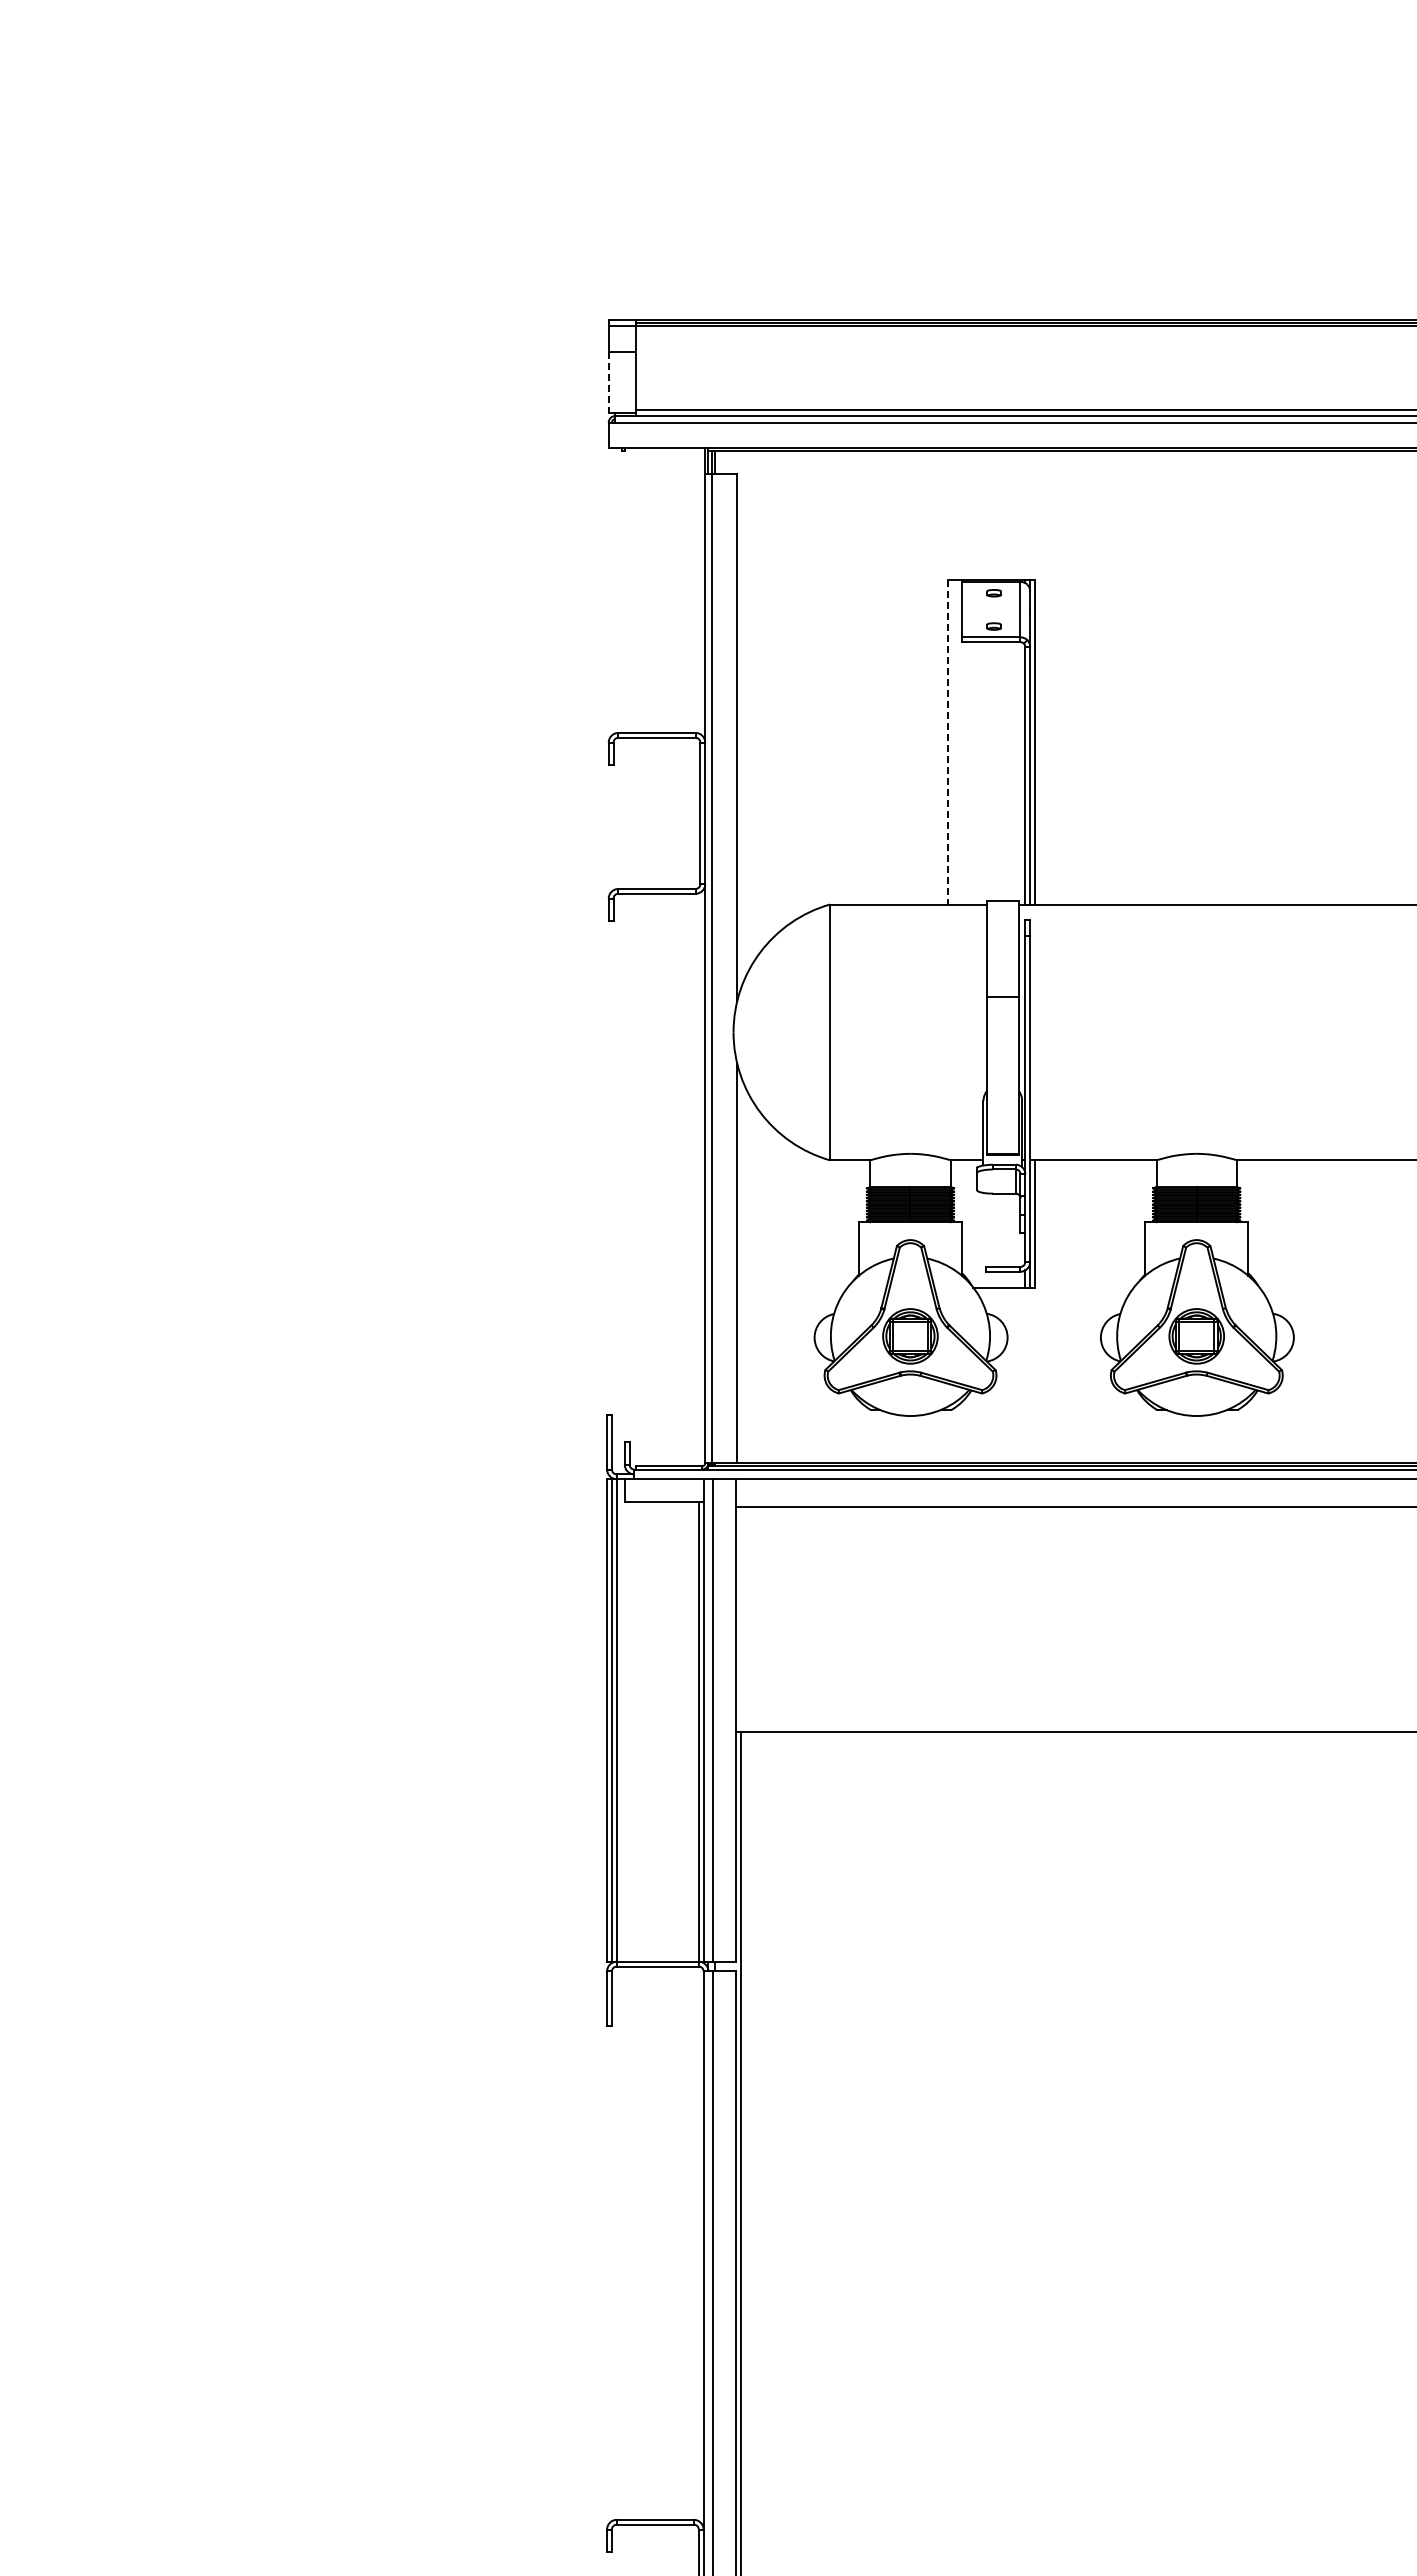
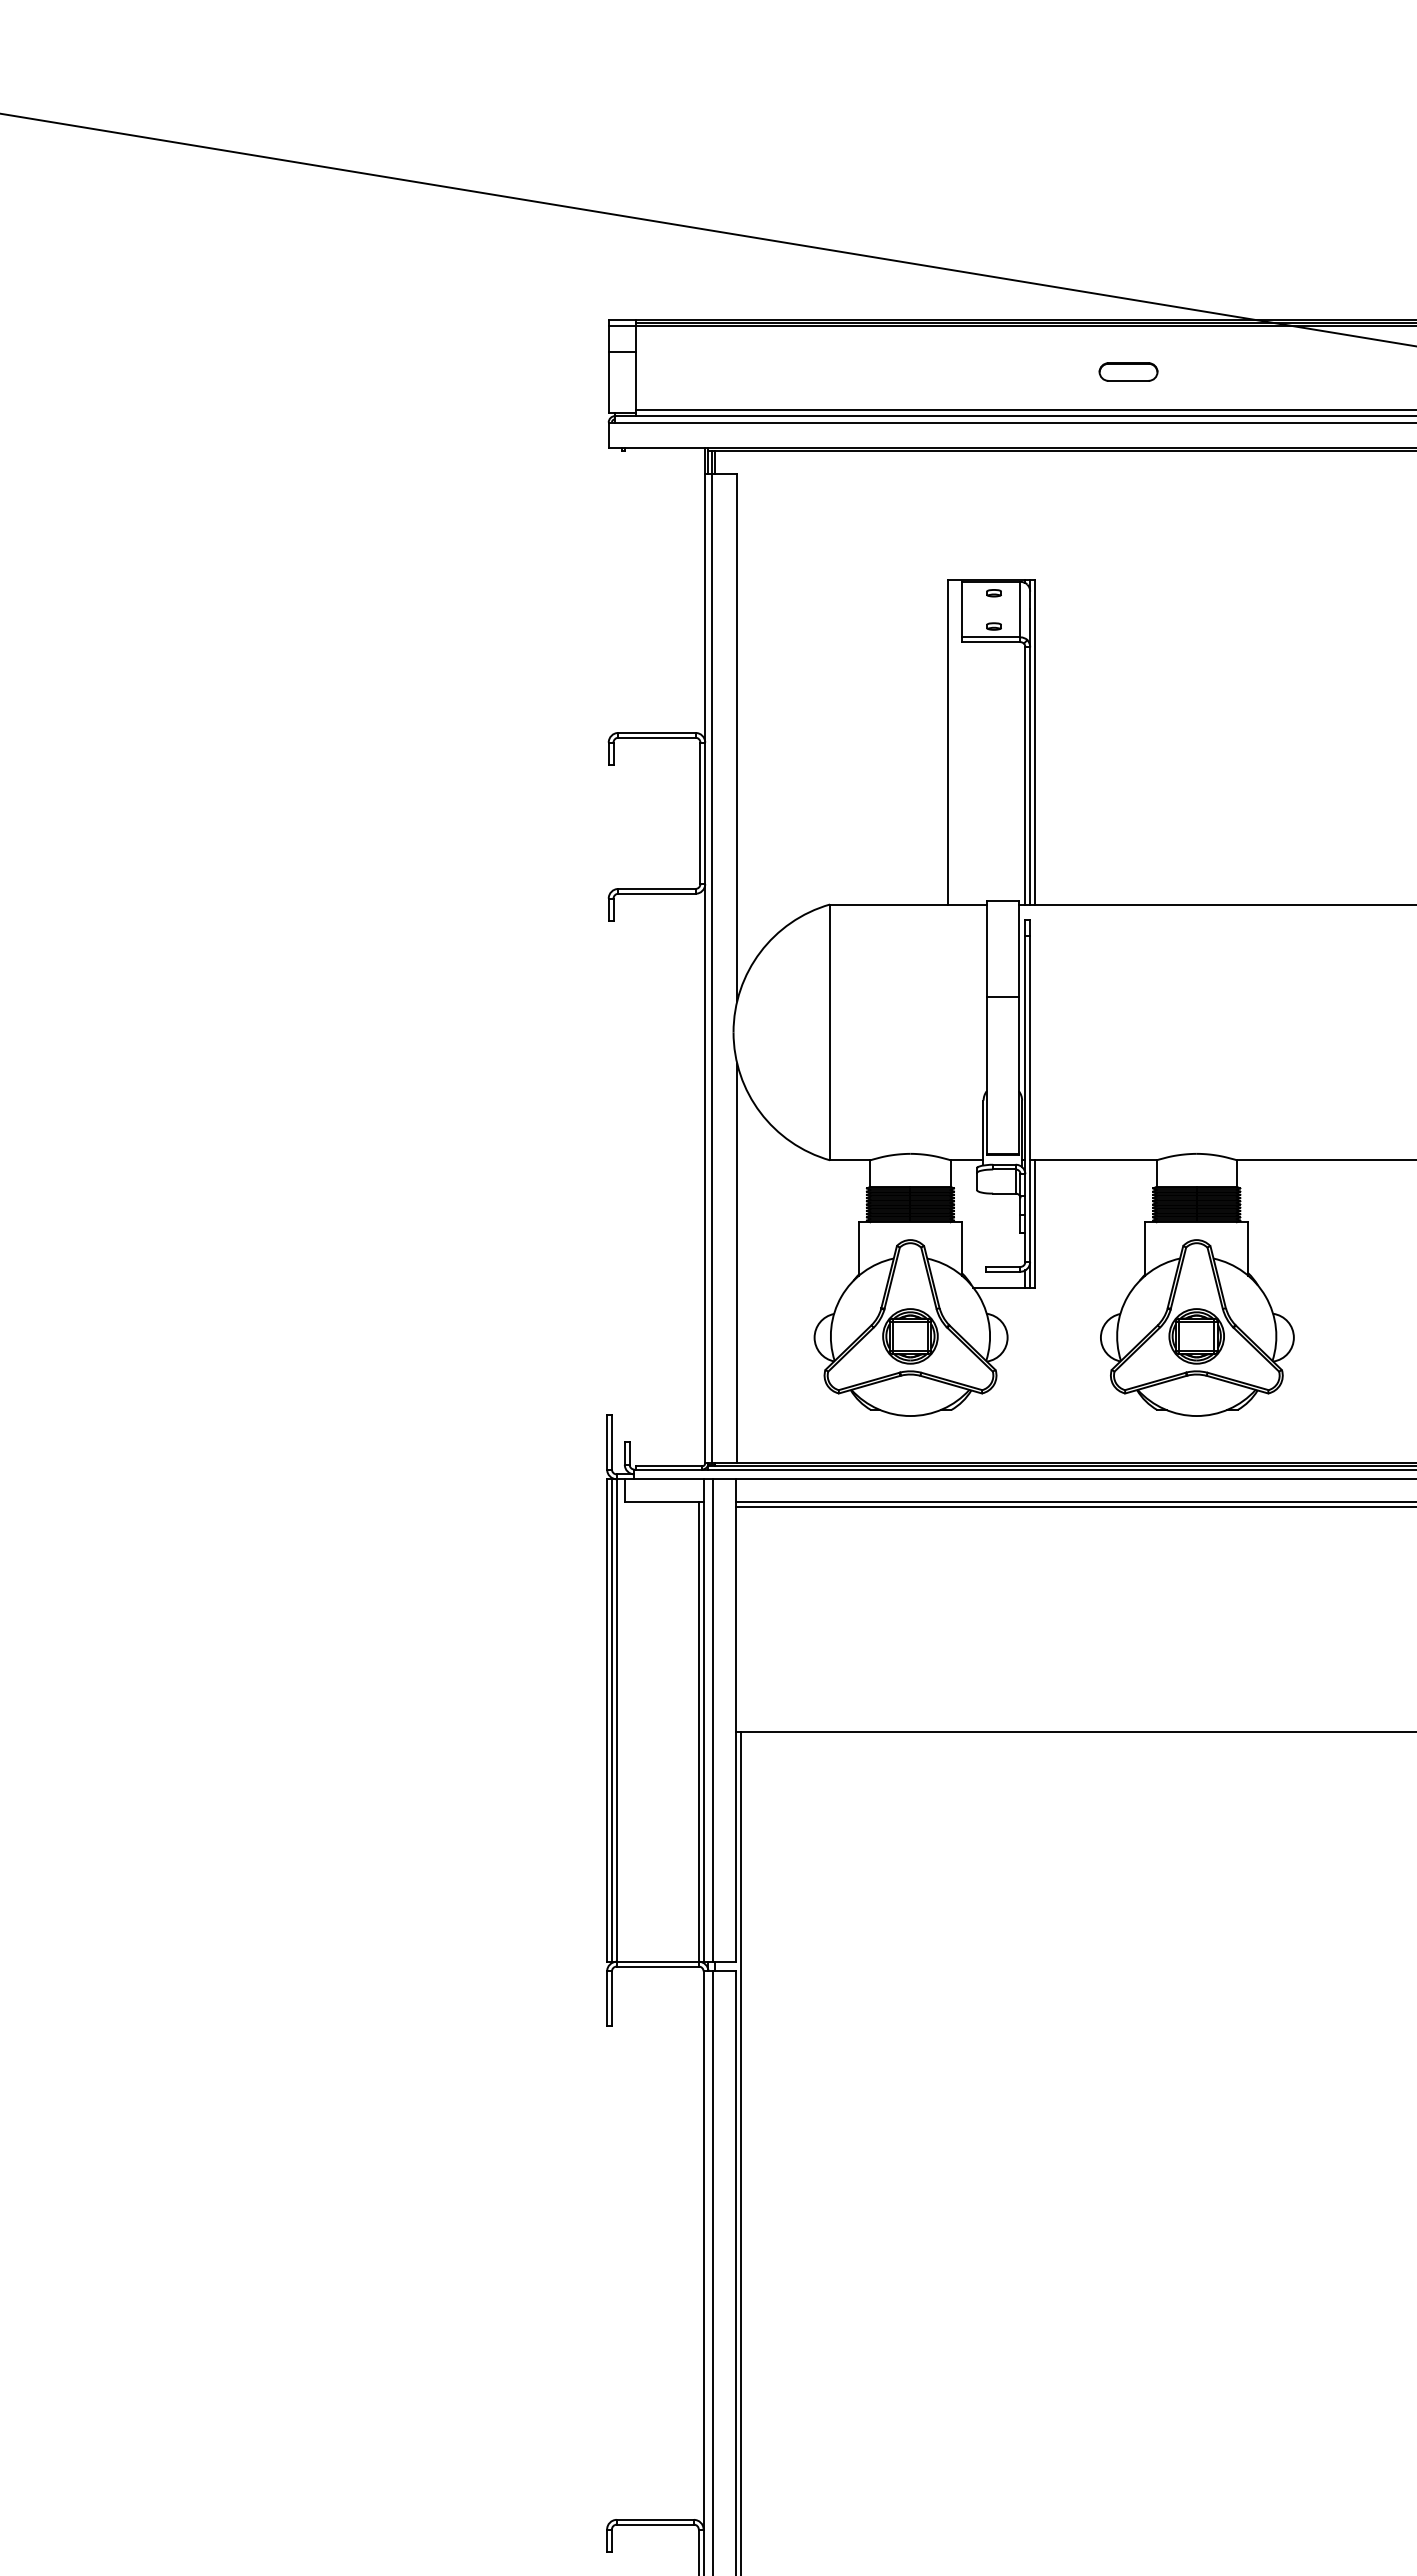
line at (707, 229): none -> present
part at (1128, 371): none -> present
line at (608, 382): dashed -> solid
line at (948, 742): dashed -> solid
line at (1074, 1501): none -> present
